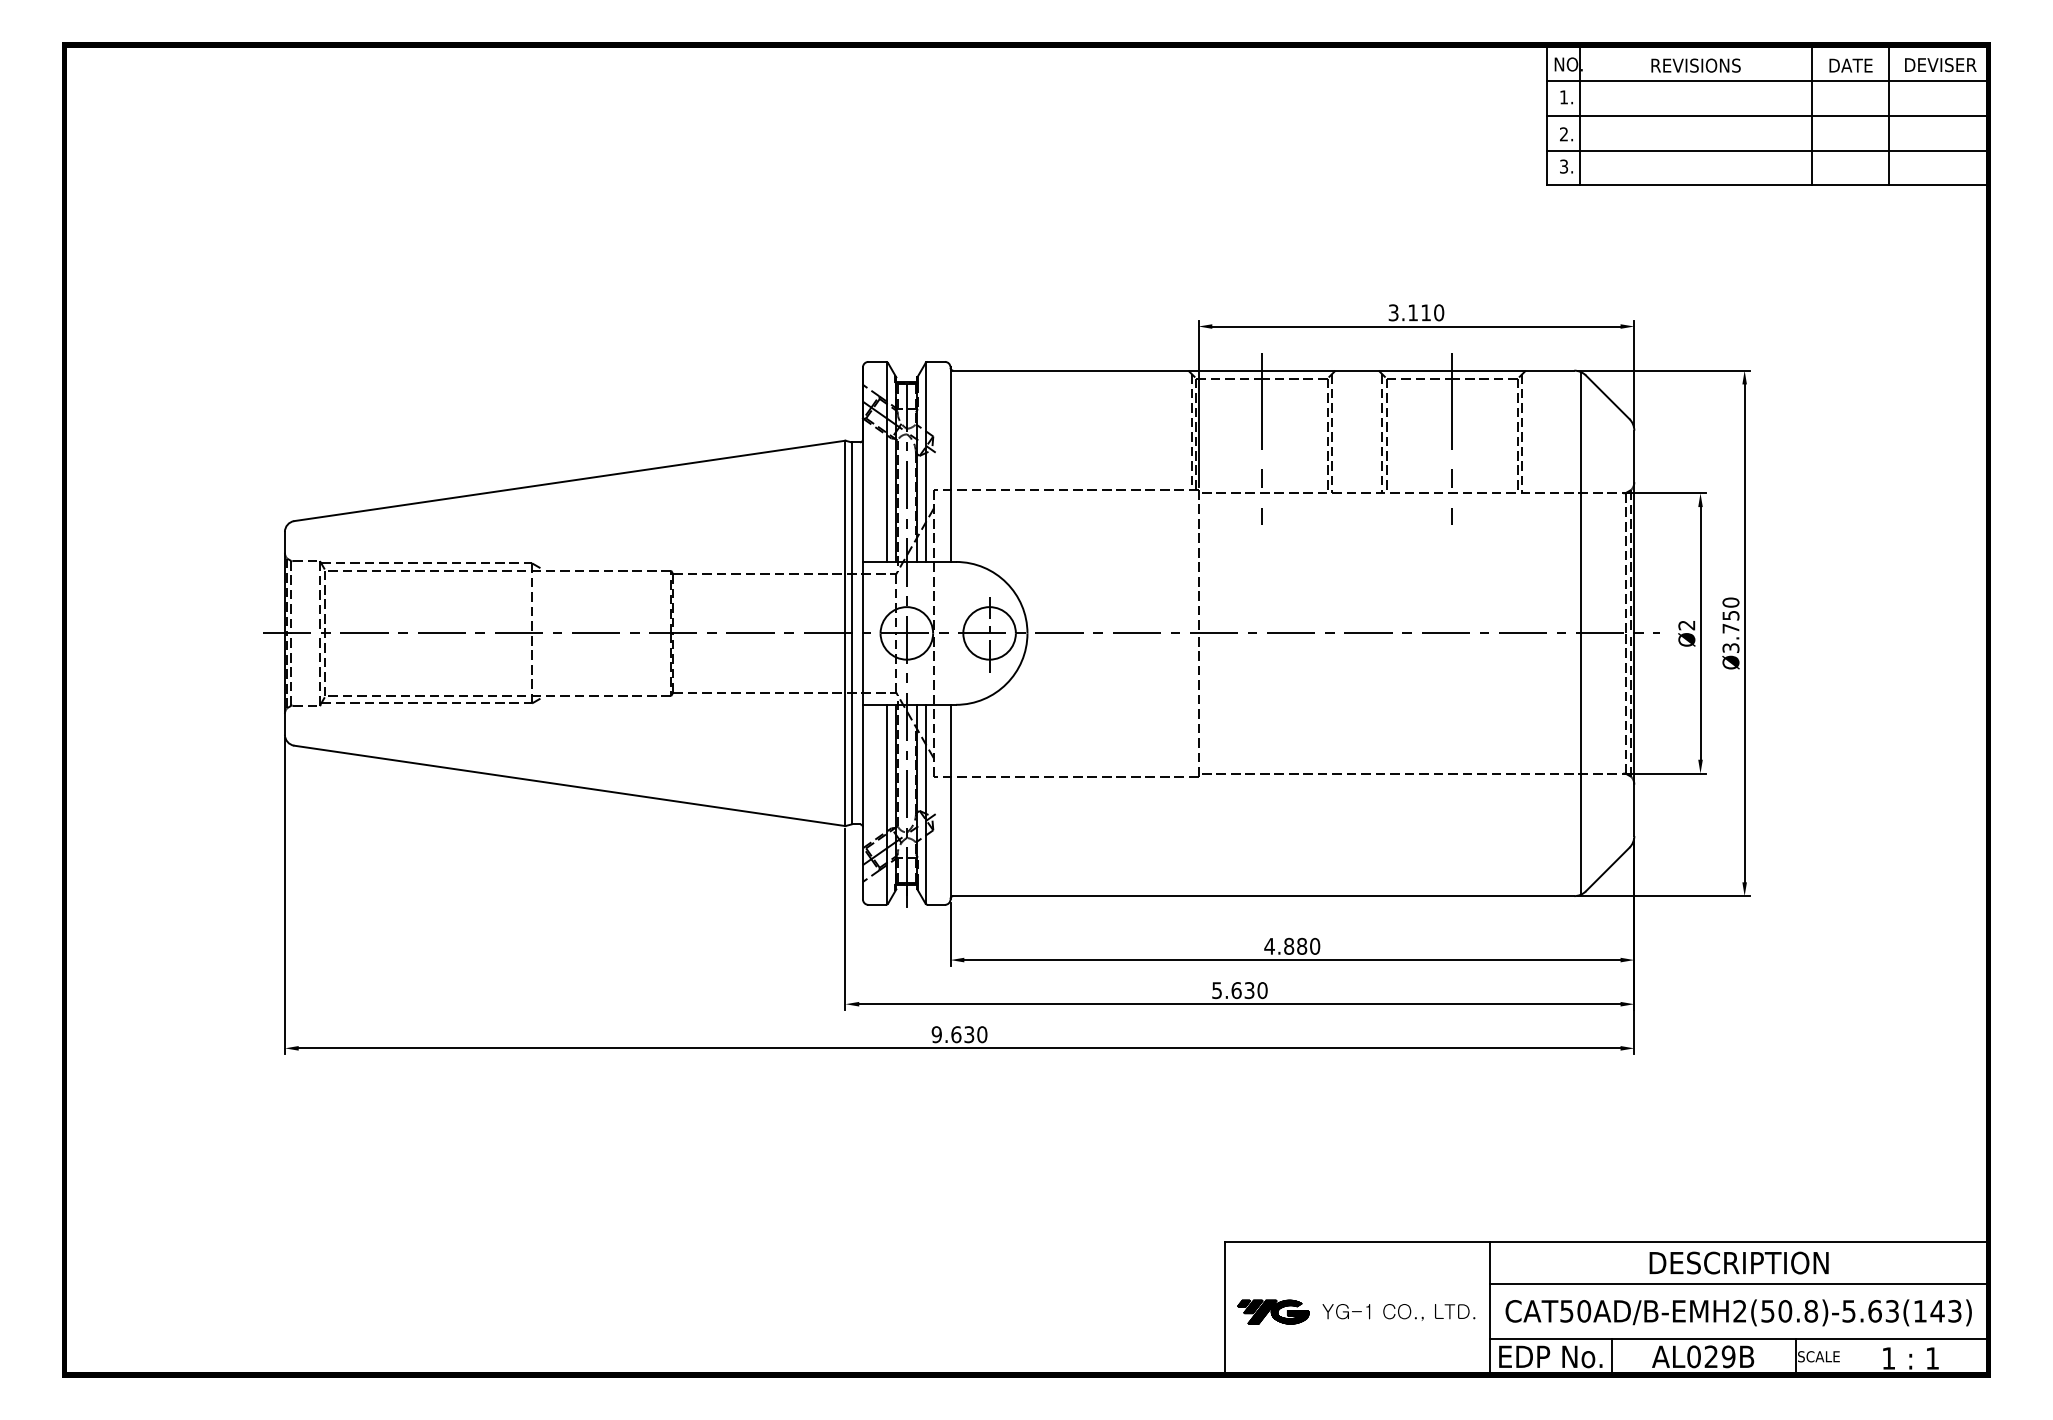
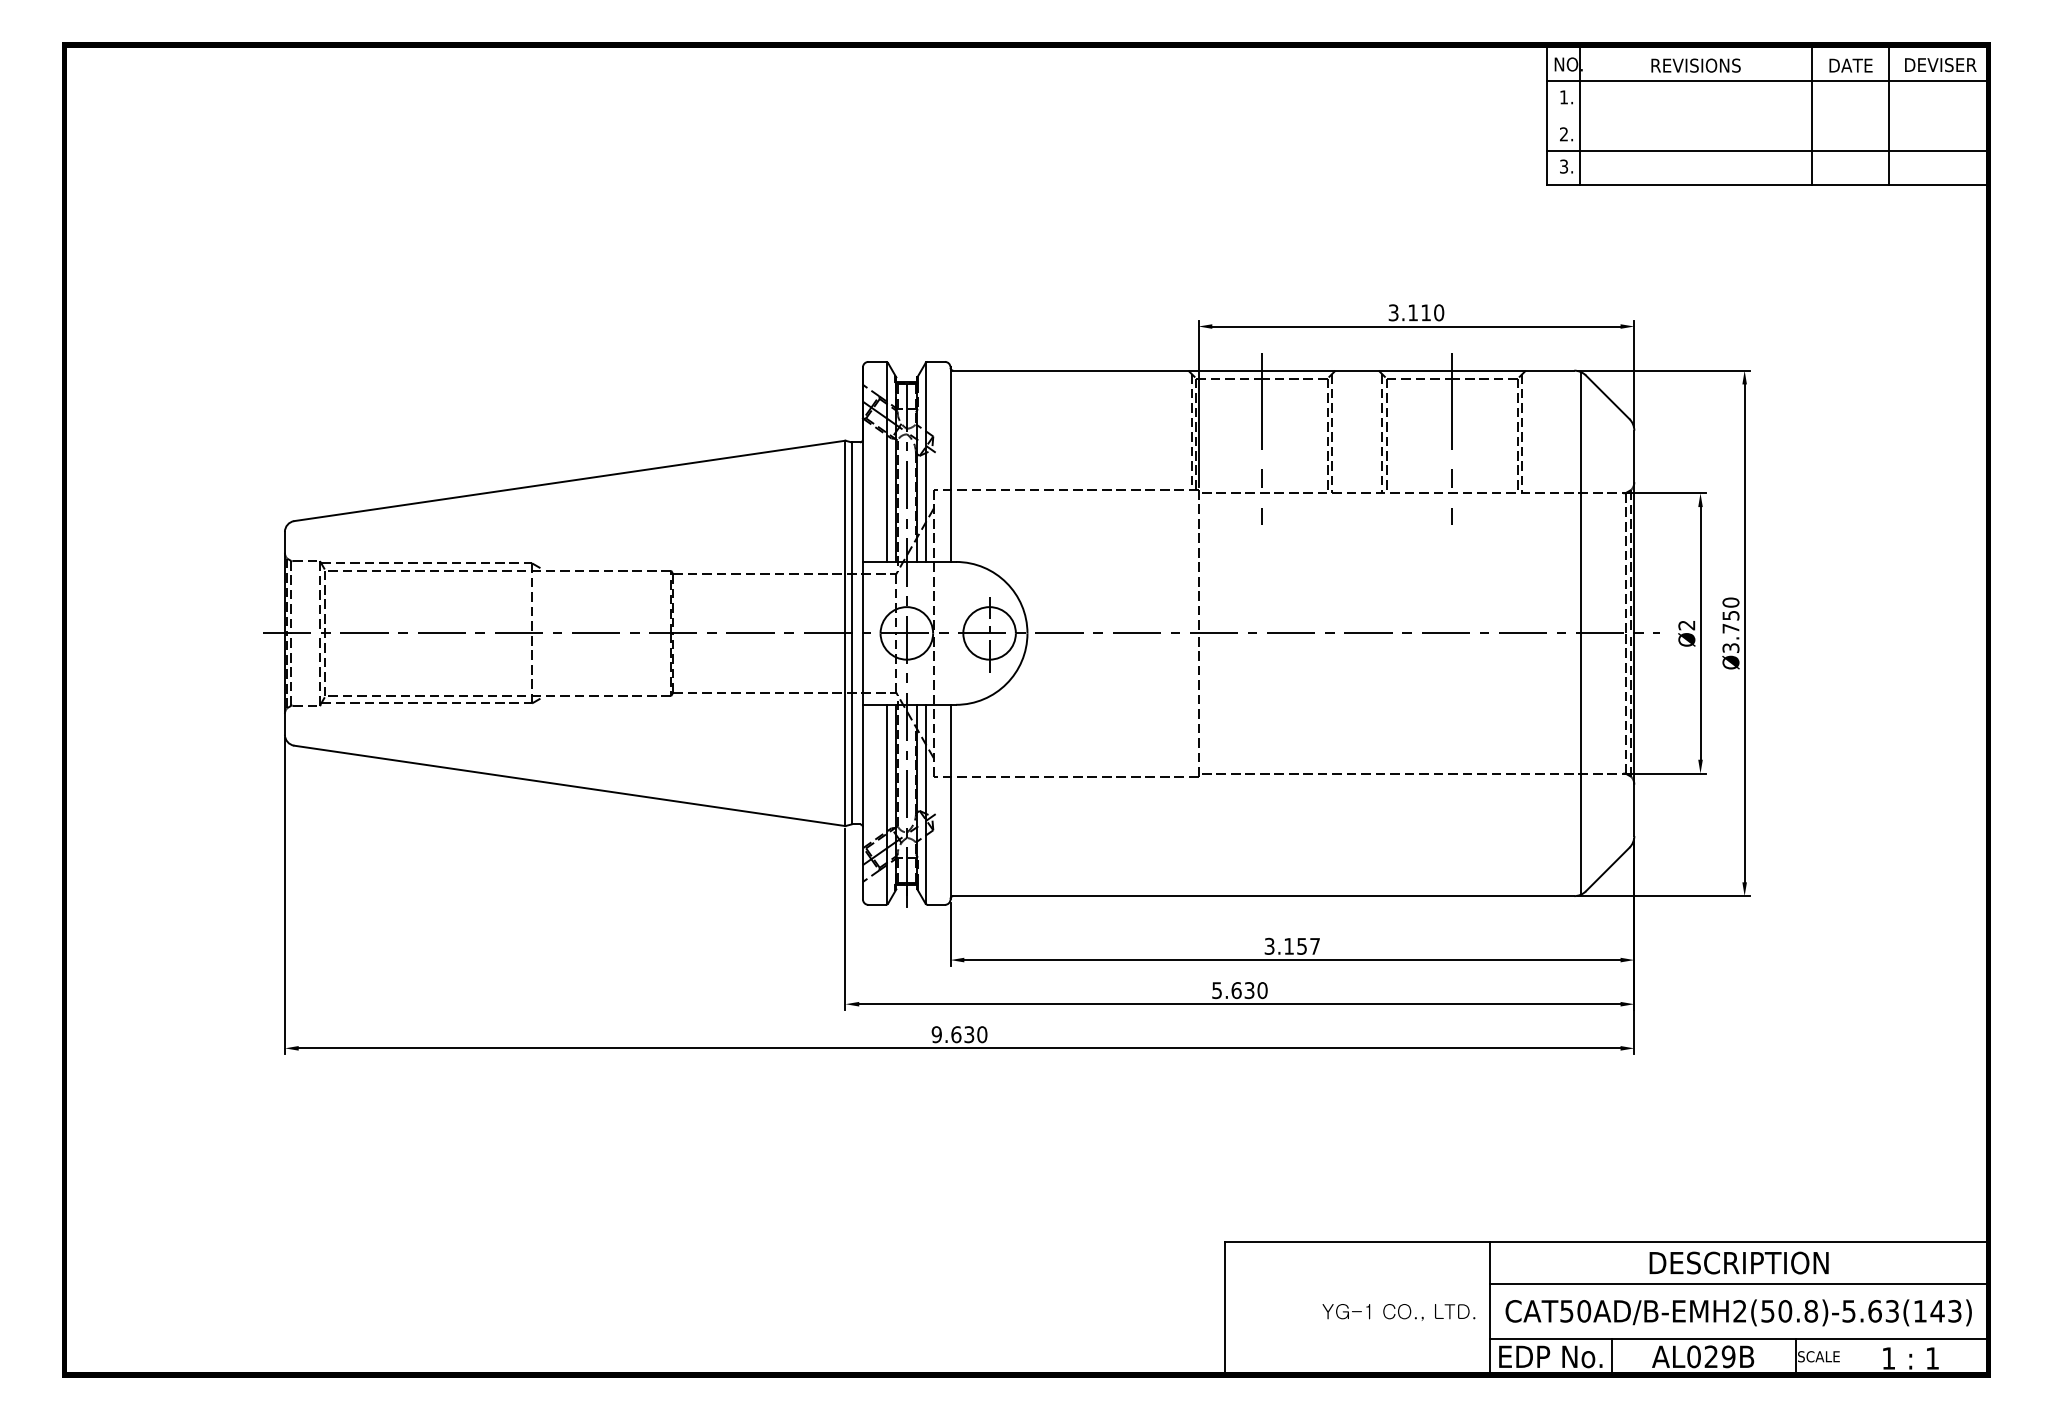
line at (1767, 115): present -> none
text at (1292, 945): 4.880 -> 3.157
part at (1273, 1311): present -> none
